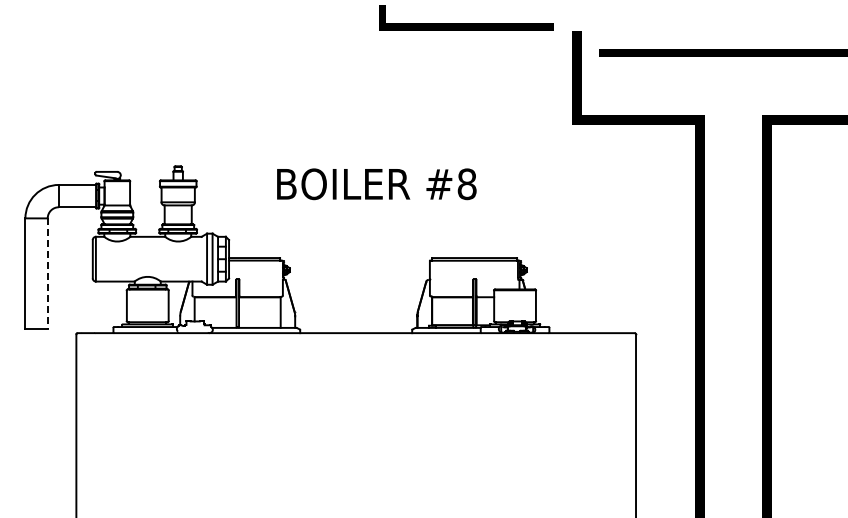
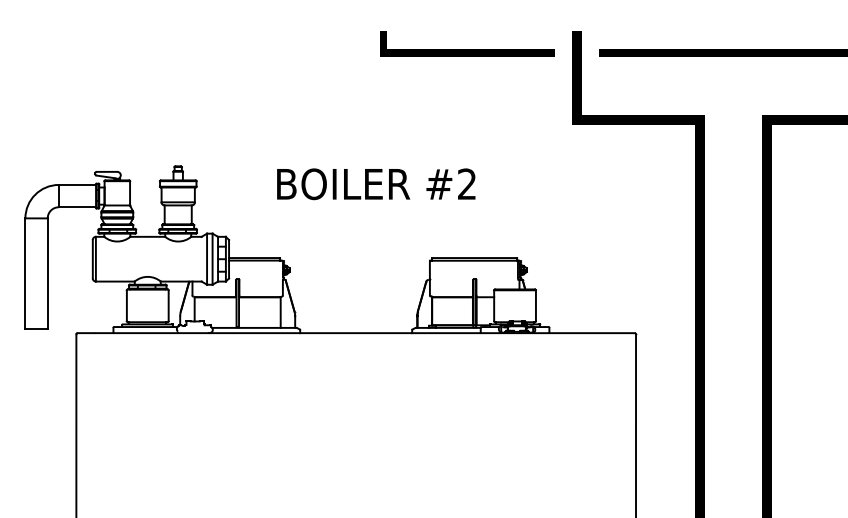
line at (466, 23) position: (466, 23) -> (467, 49)
text at (466, 184): #8 -> #2
line at (47, 274): dashed -> solid
